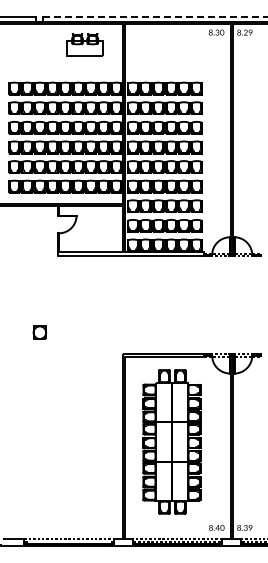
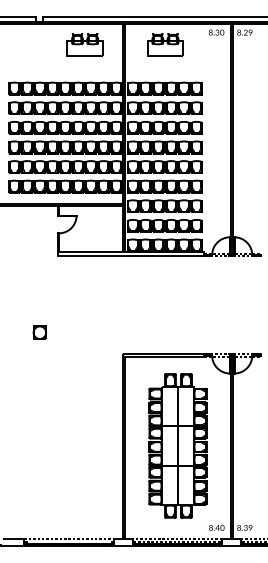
line at (155, 16): dashed -> solid
part at (165, 44): none -> present
part at (171, 441) position: (171, 441) -> (177, 445)
